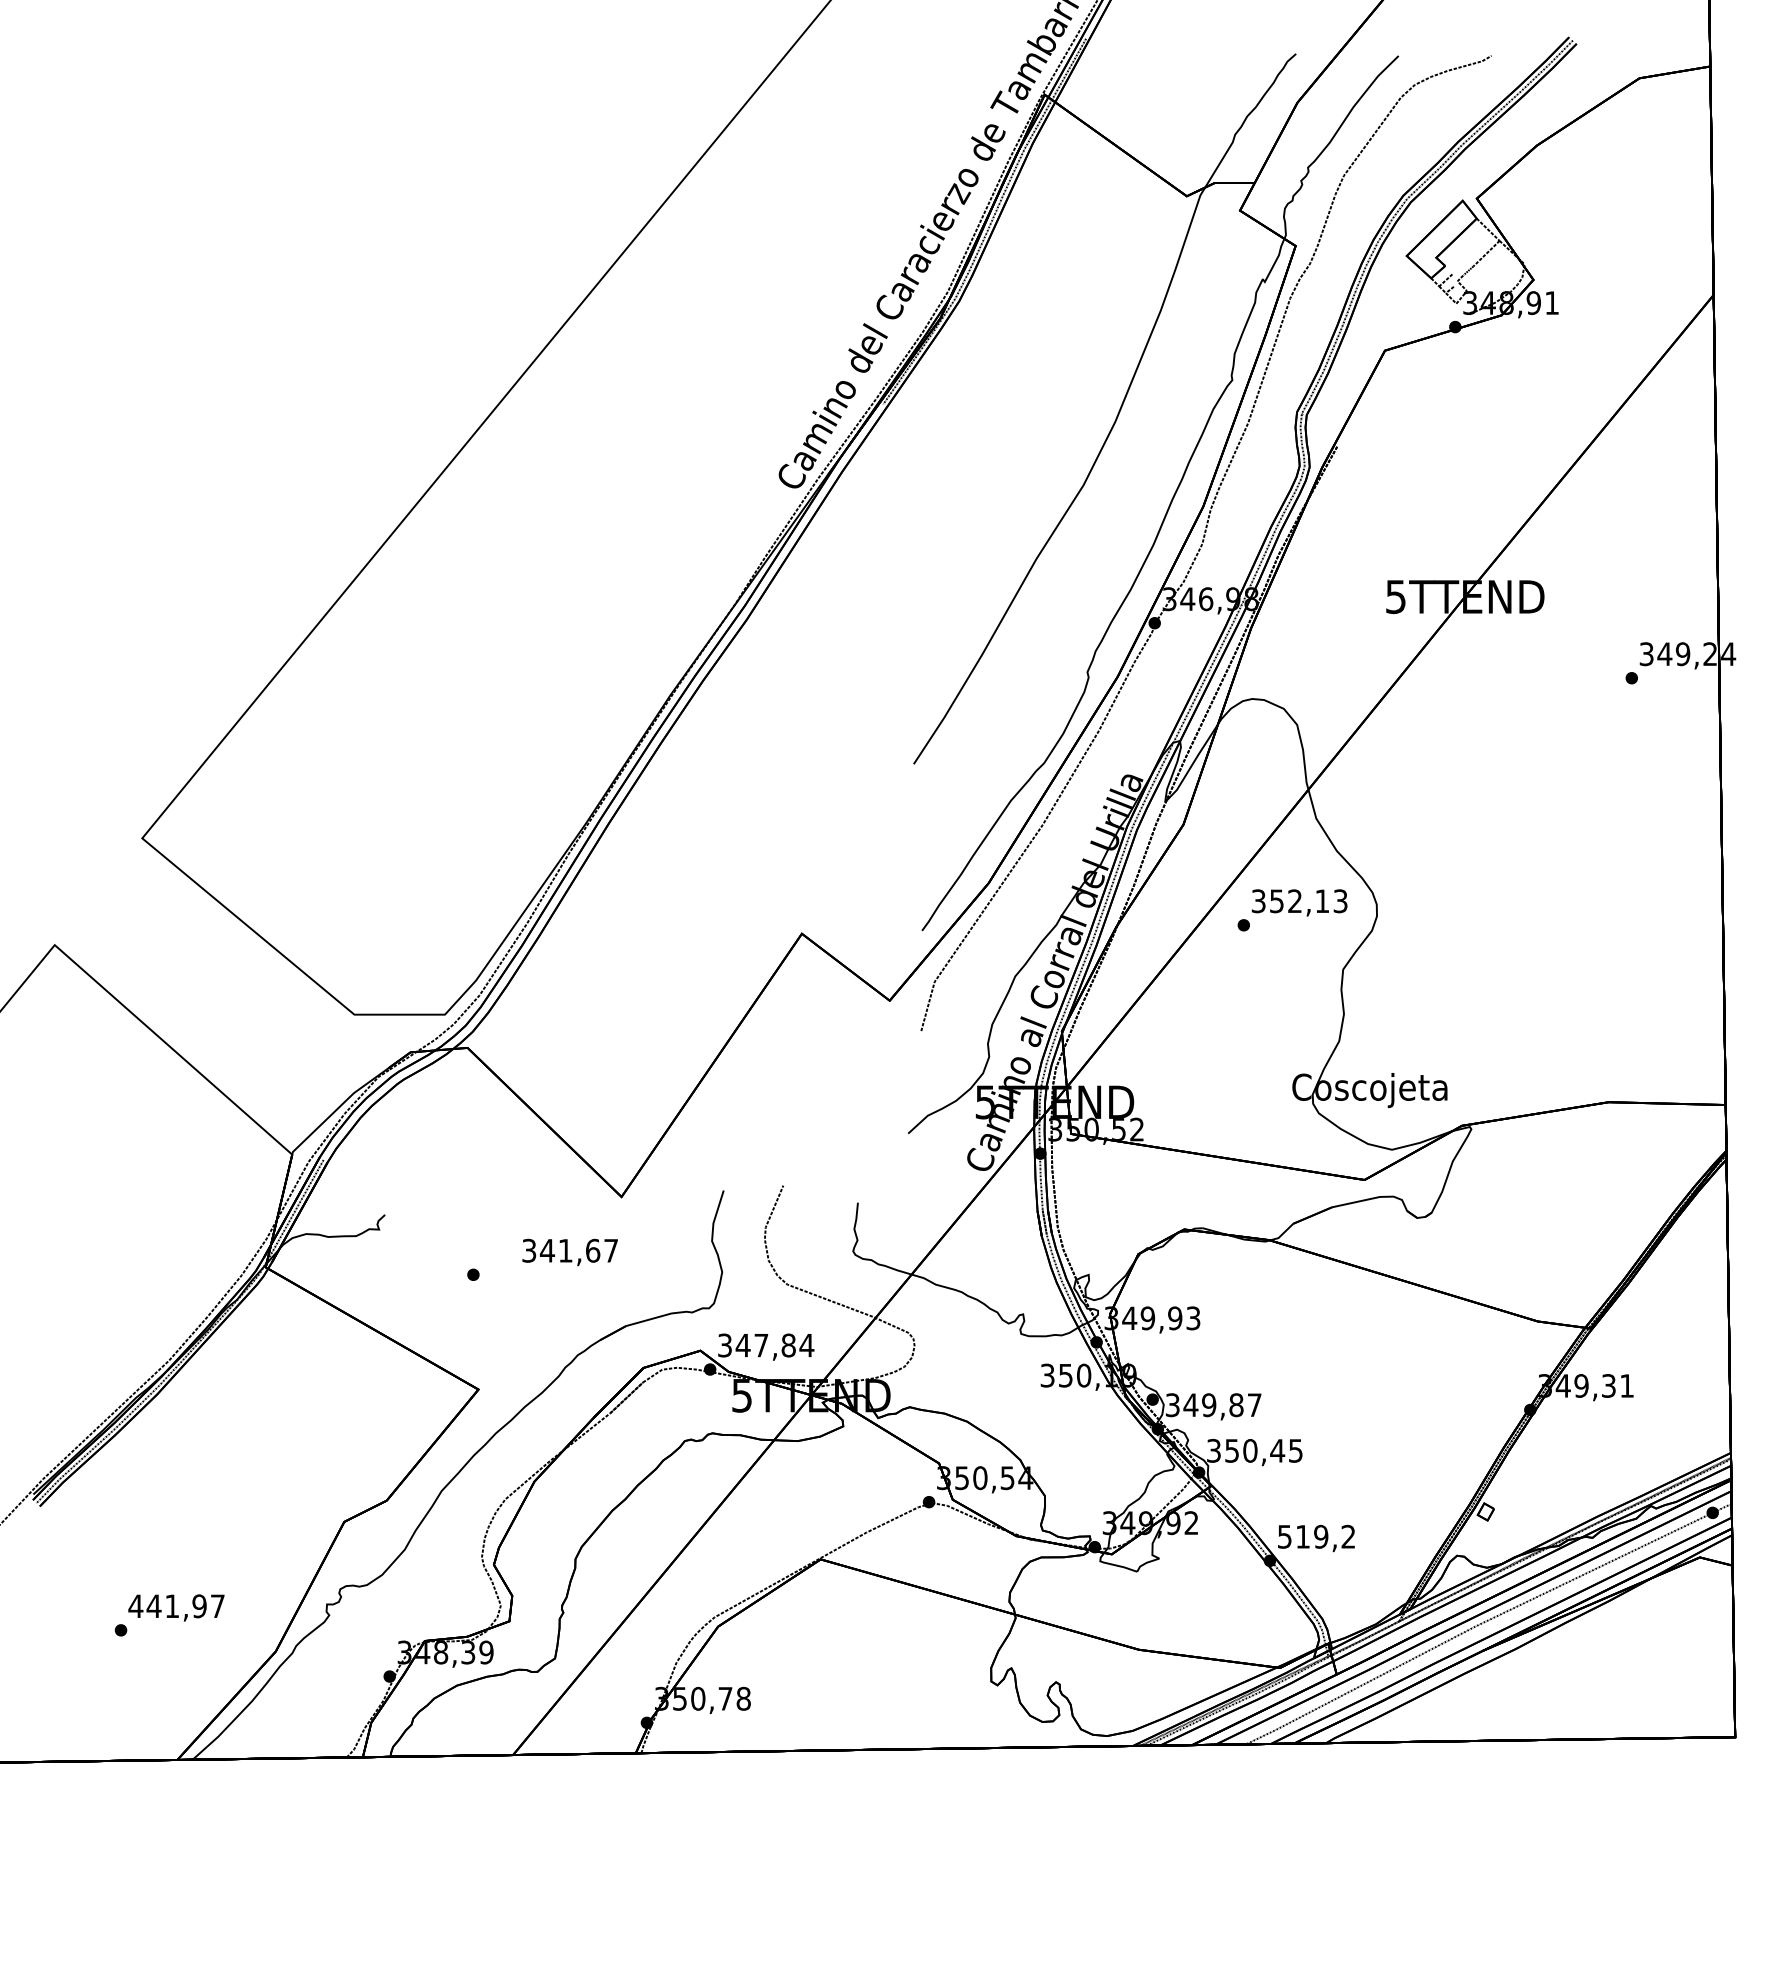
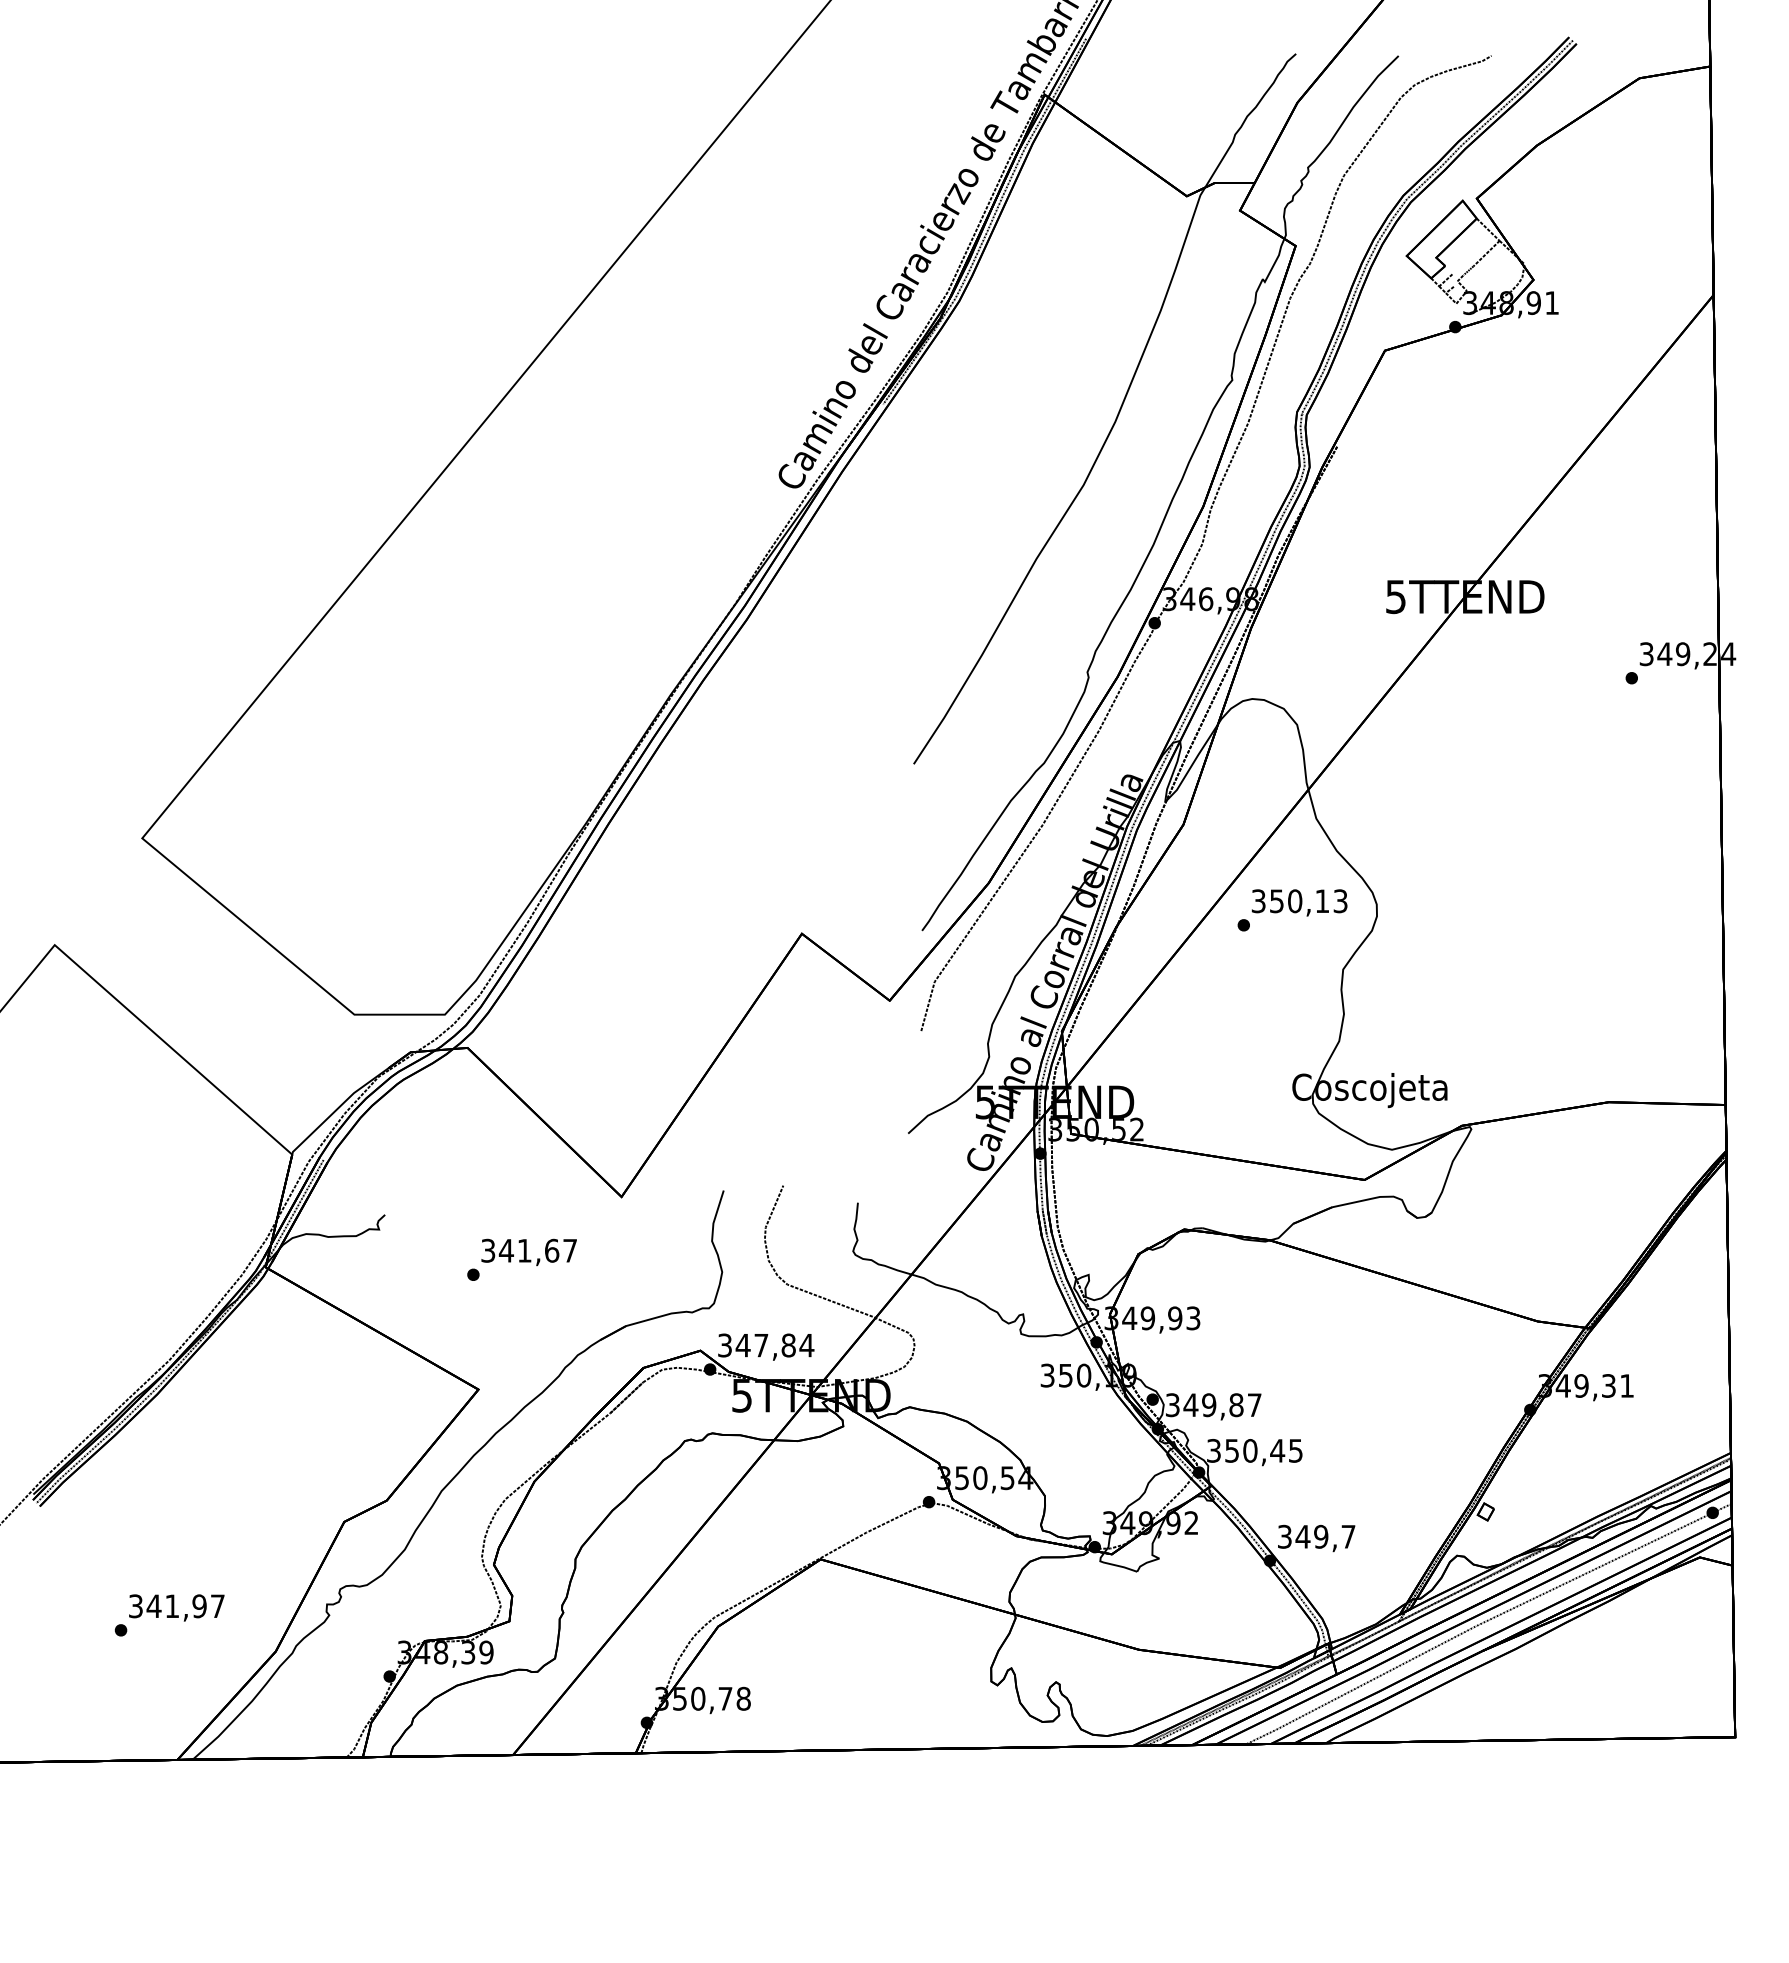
text at (1295, 901): 352,13 -> 350,13
text at (569, 1251) position: (569, 1251) -> (528, 1251)
text at (1316, 1536): 519,2 -> 349,7
text at (135, 1606): 441,97 -> 341,97
